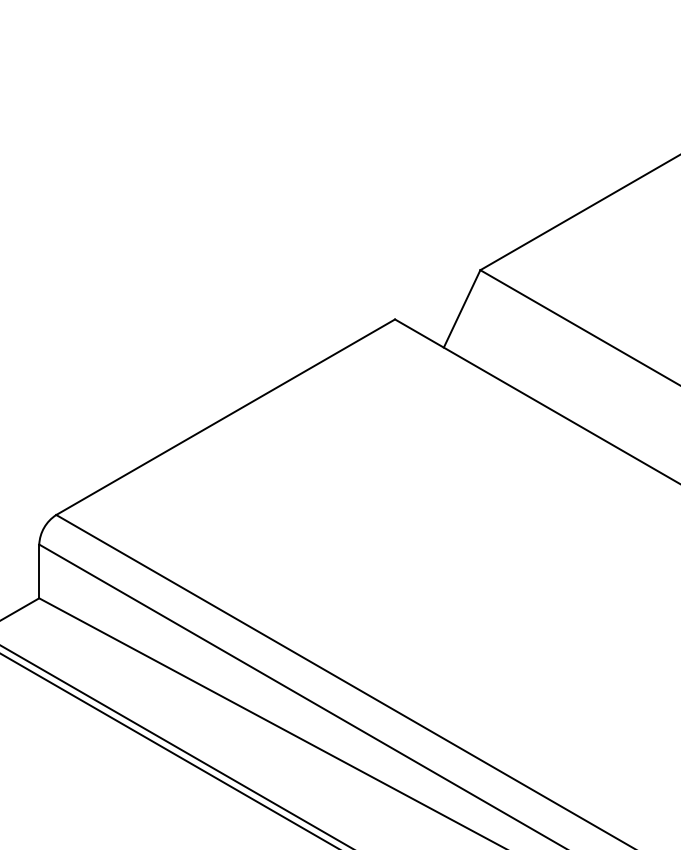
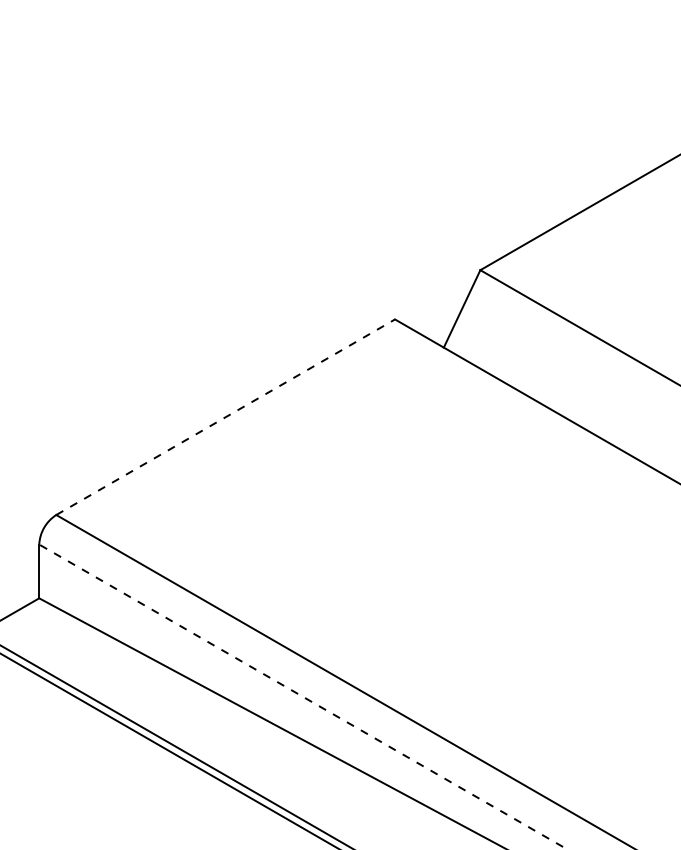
line at (225, 417): solid -> dashed
line at (303, 697): solid -> dashed
